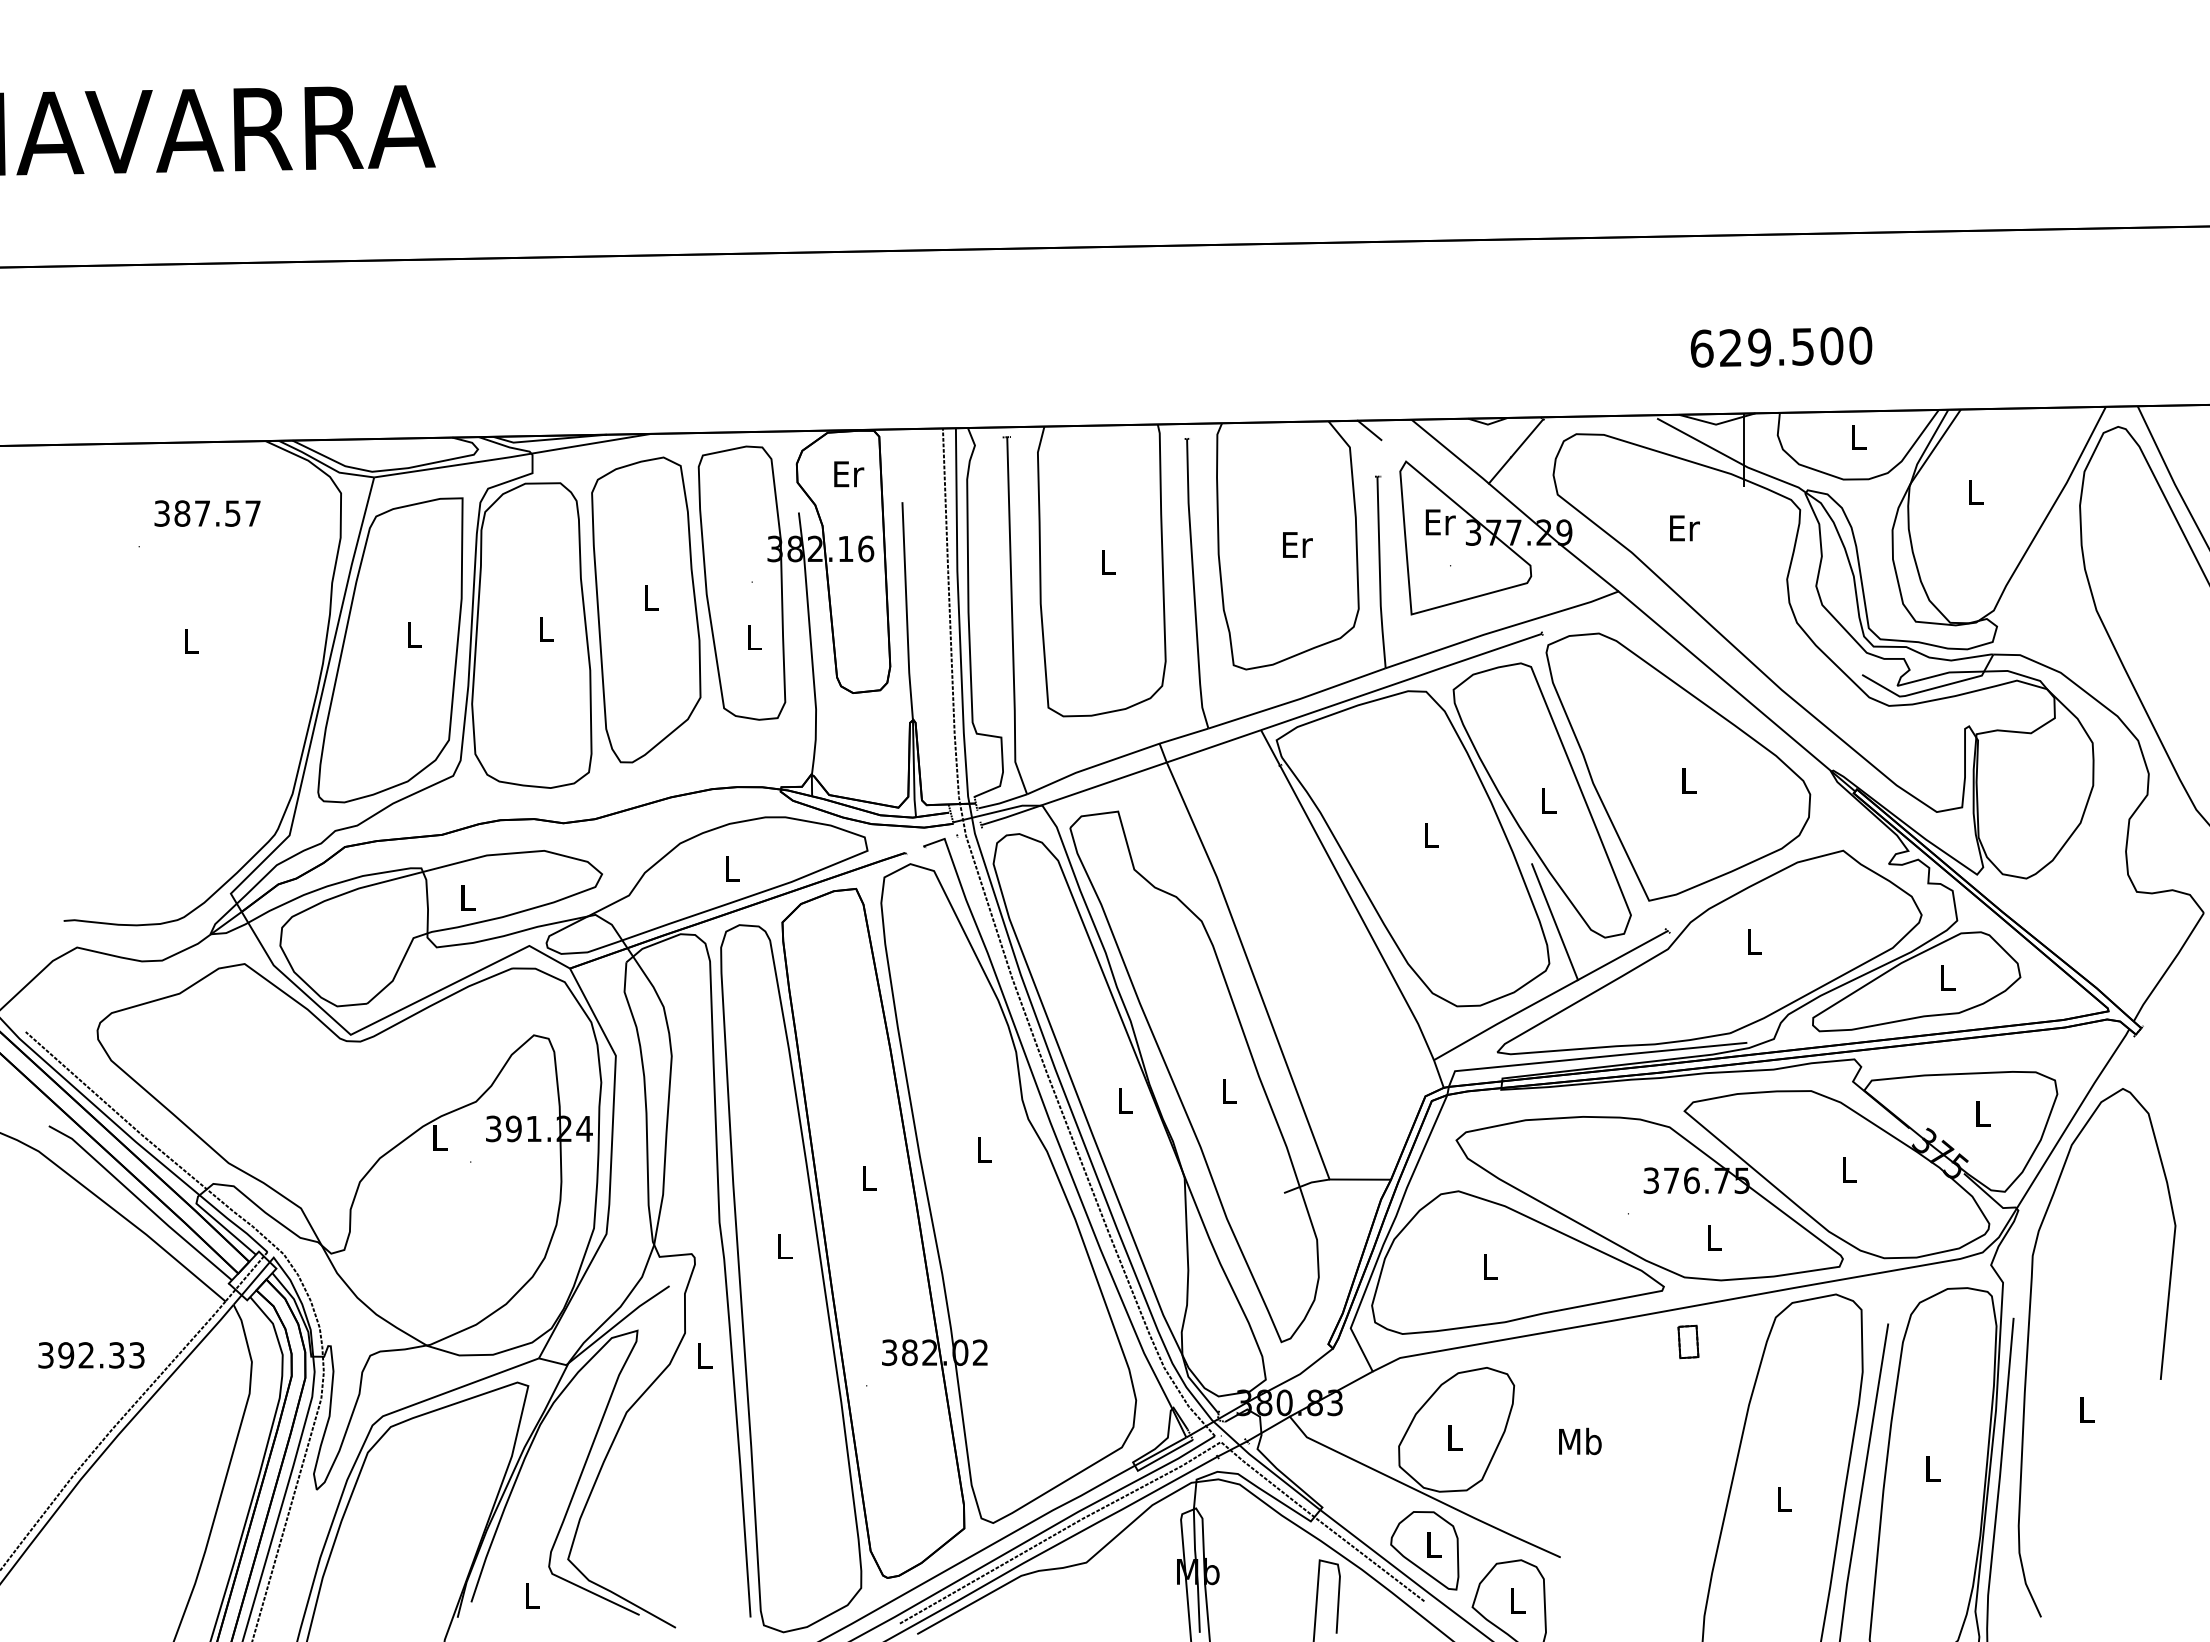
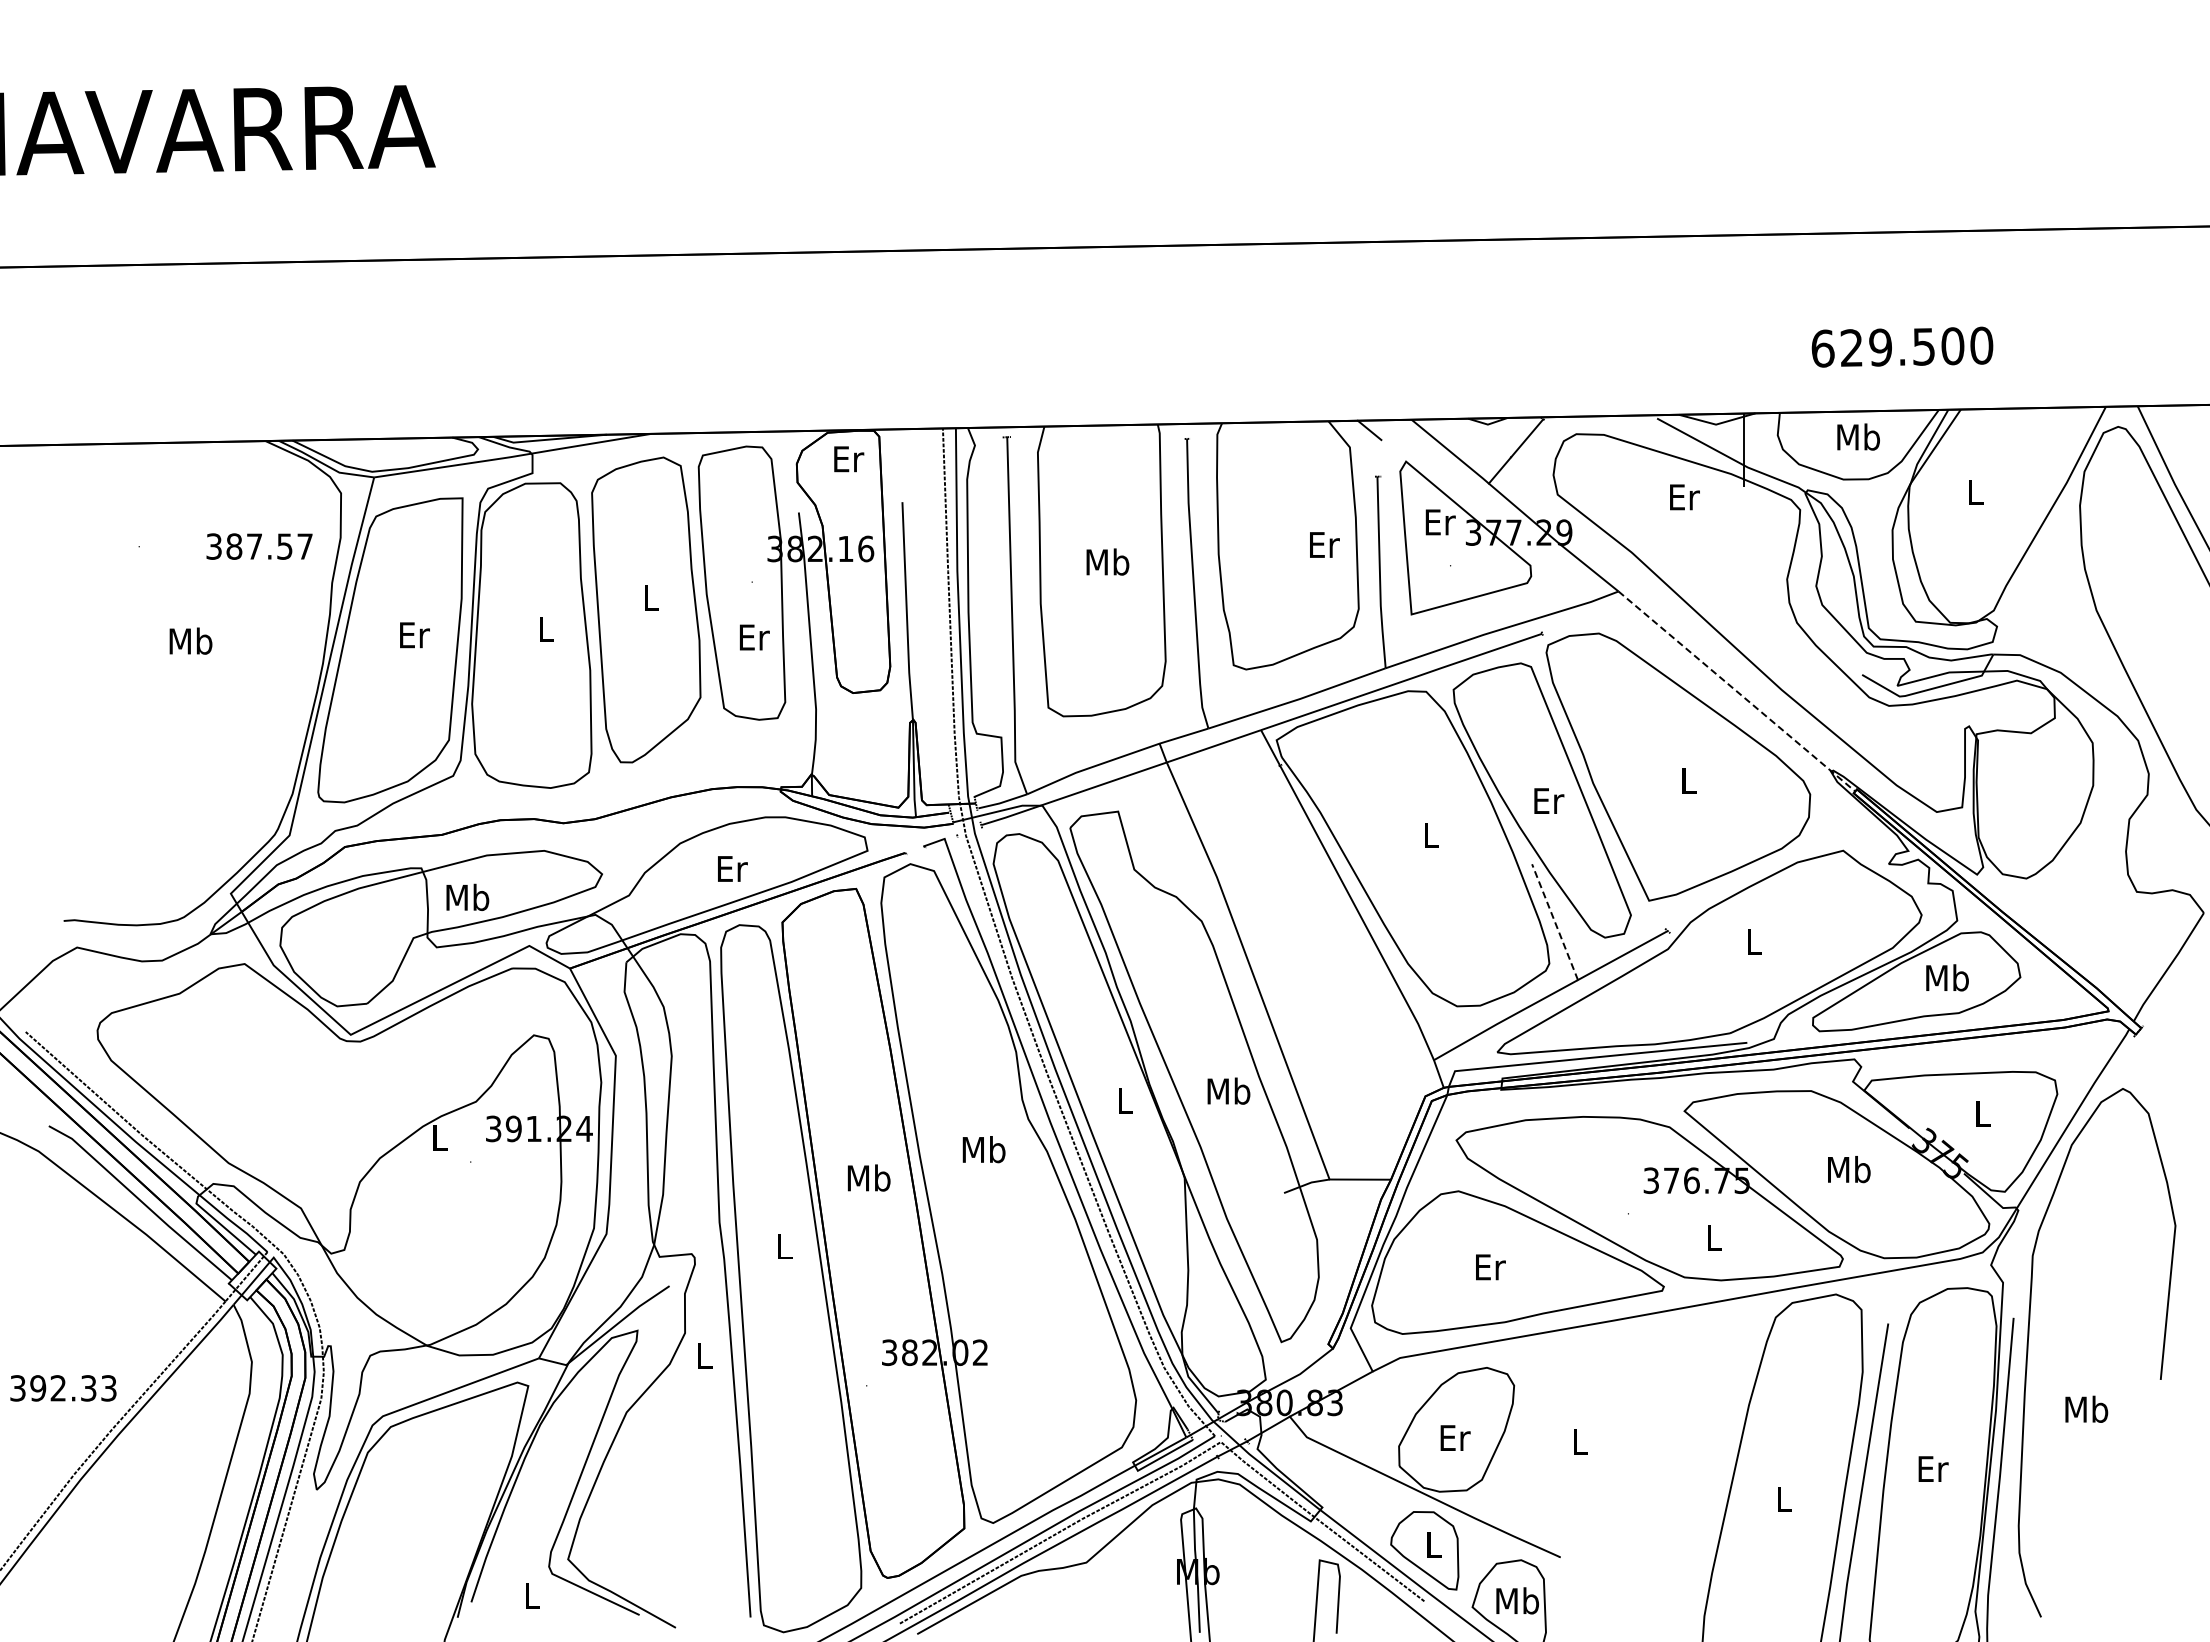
text at (1781, 346) position: (1781, 346) -> (1902, 346)
text at (1858, 436): L -> Mb
text at (849, 474) position: (849, 474) -> (849, 459)
text at (207, 513) position: (207, 513) -> (259, 546)
text at (1684, 528) position: (1684, 528) -> (1684, 497)
text at (1297, 544) position: (1297, 544) -> (1324, 544)
text at (1107, 561): L -> Mb
text at (414, 635): L -> Er
text at (754, 637): L -> Er
text at (190, 640): L -> Mb
line at (1736, 691): solid -> dashed
text at (1549, 800): L -> Er
text at (732, 868): L -> Er
text at (467, 897): L -> Mb
line at (1554, 921): solid -> dashed
text at (1947, 977): L -> Mb
text at (1228, 1090): L -> Mb
text at (983, 1149): L -> Mb
text at (1849, 1169): L -> Mb
text at (868, 1177): L -> Mb
text at (1490, 1267): L -> Er
part at (1688, 1341): present -> none
text at (91, 1355) position: (91, 1355) -> (63, 1388)
text at (2086, 1408): L -> Mb
text at (1455, 1437): L -> Er
text at (1580, 1441): Mb -> L
text at (1933, 1468): L -> Er
text at (1517, 1600): L -> Mb
